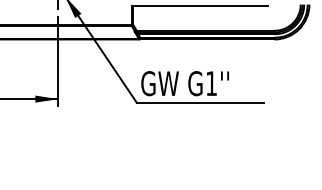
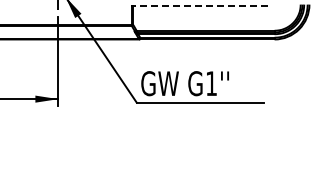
line at (199, 6): solid -> dashed
